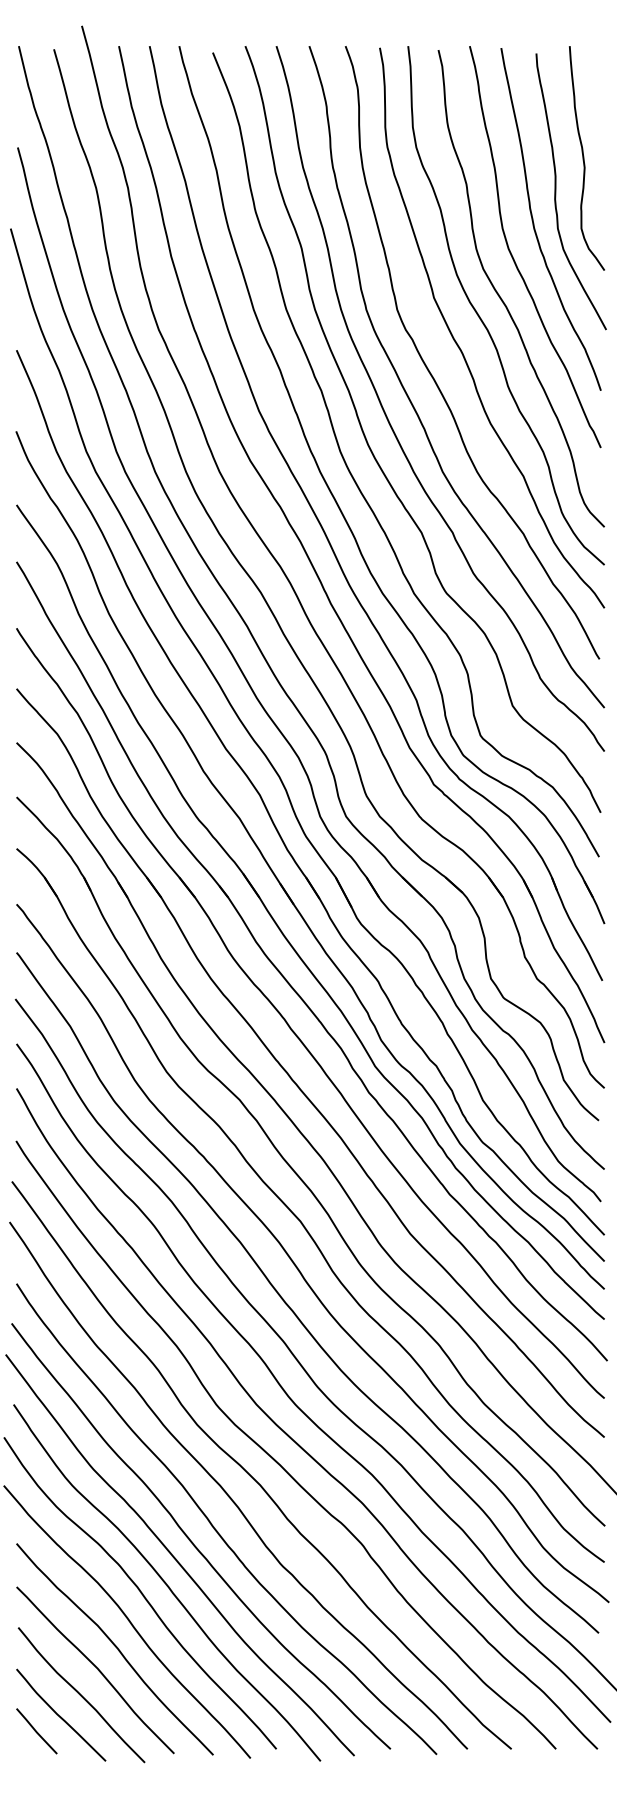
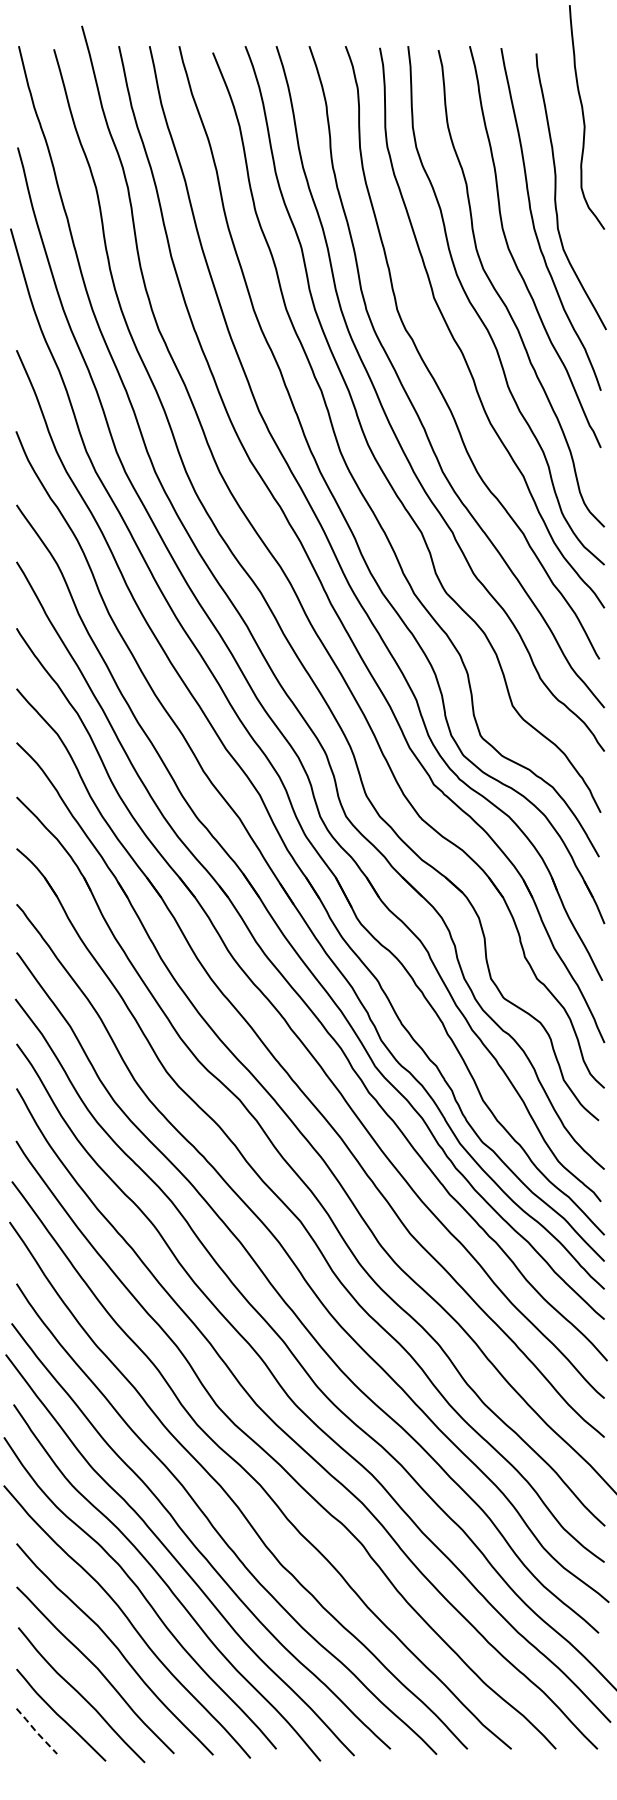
curve at (584, 158) position: (584, 158) -> (584, 117)
line at (36, 1731): solid -> dashed
